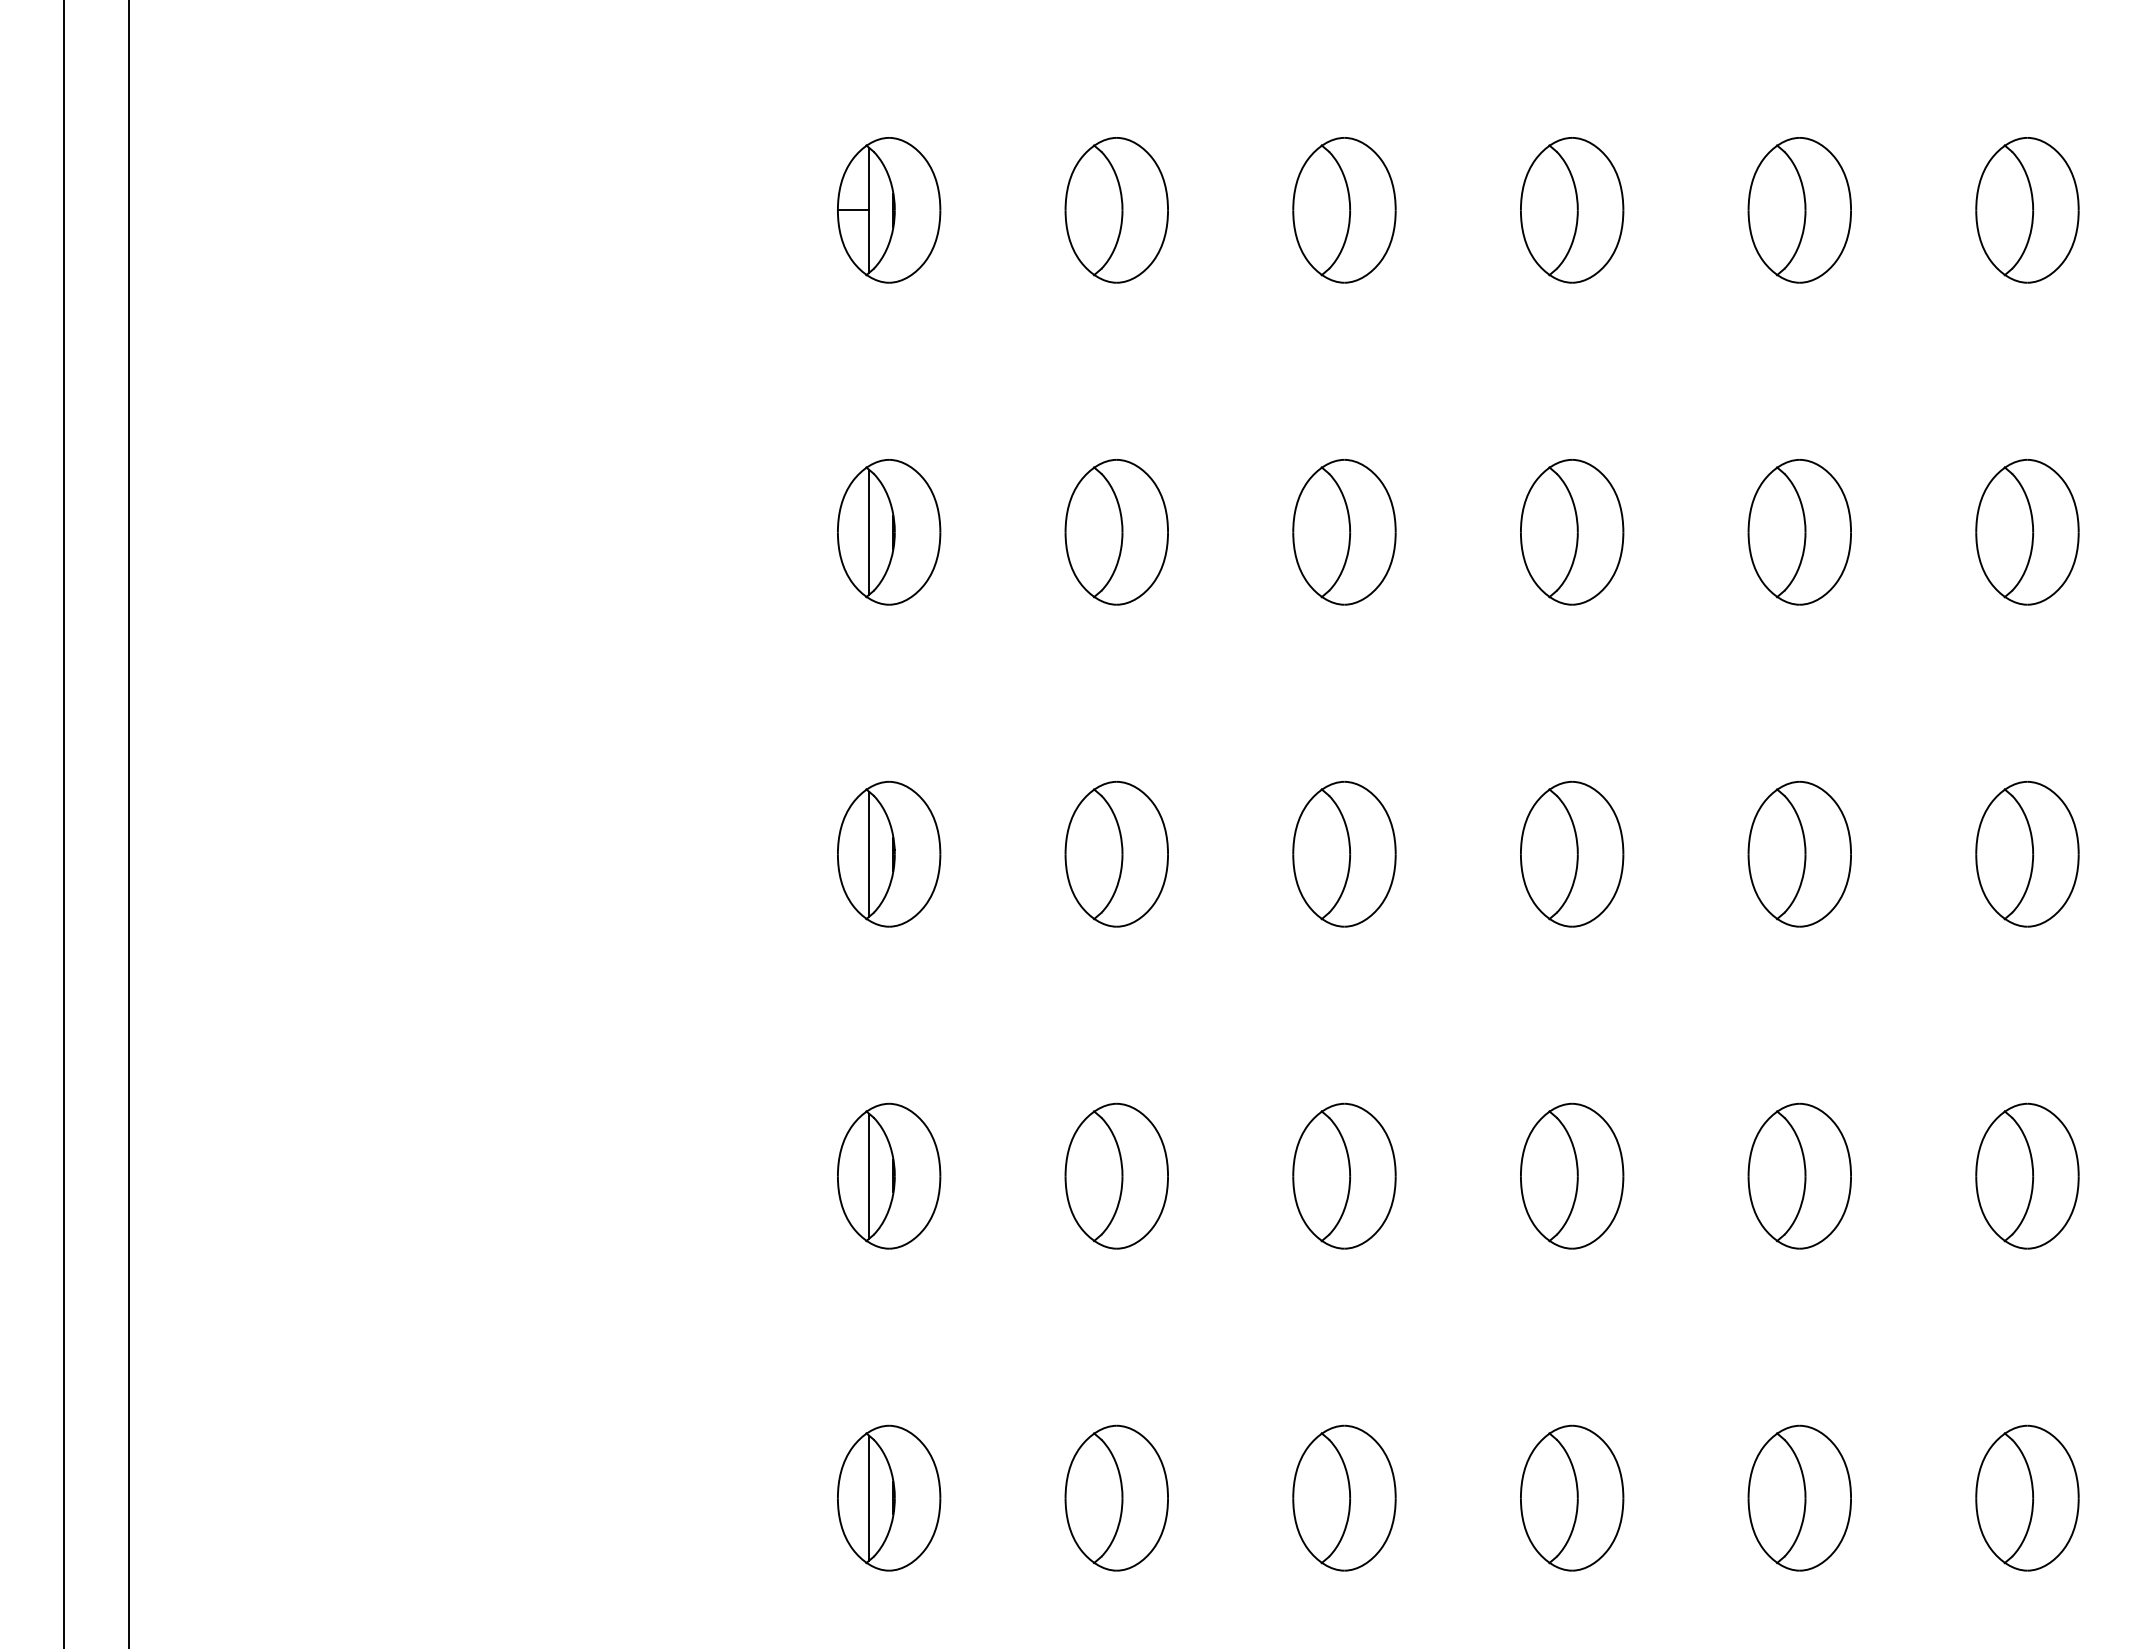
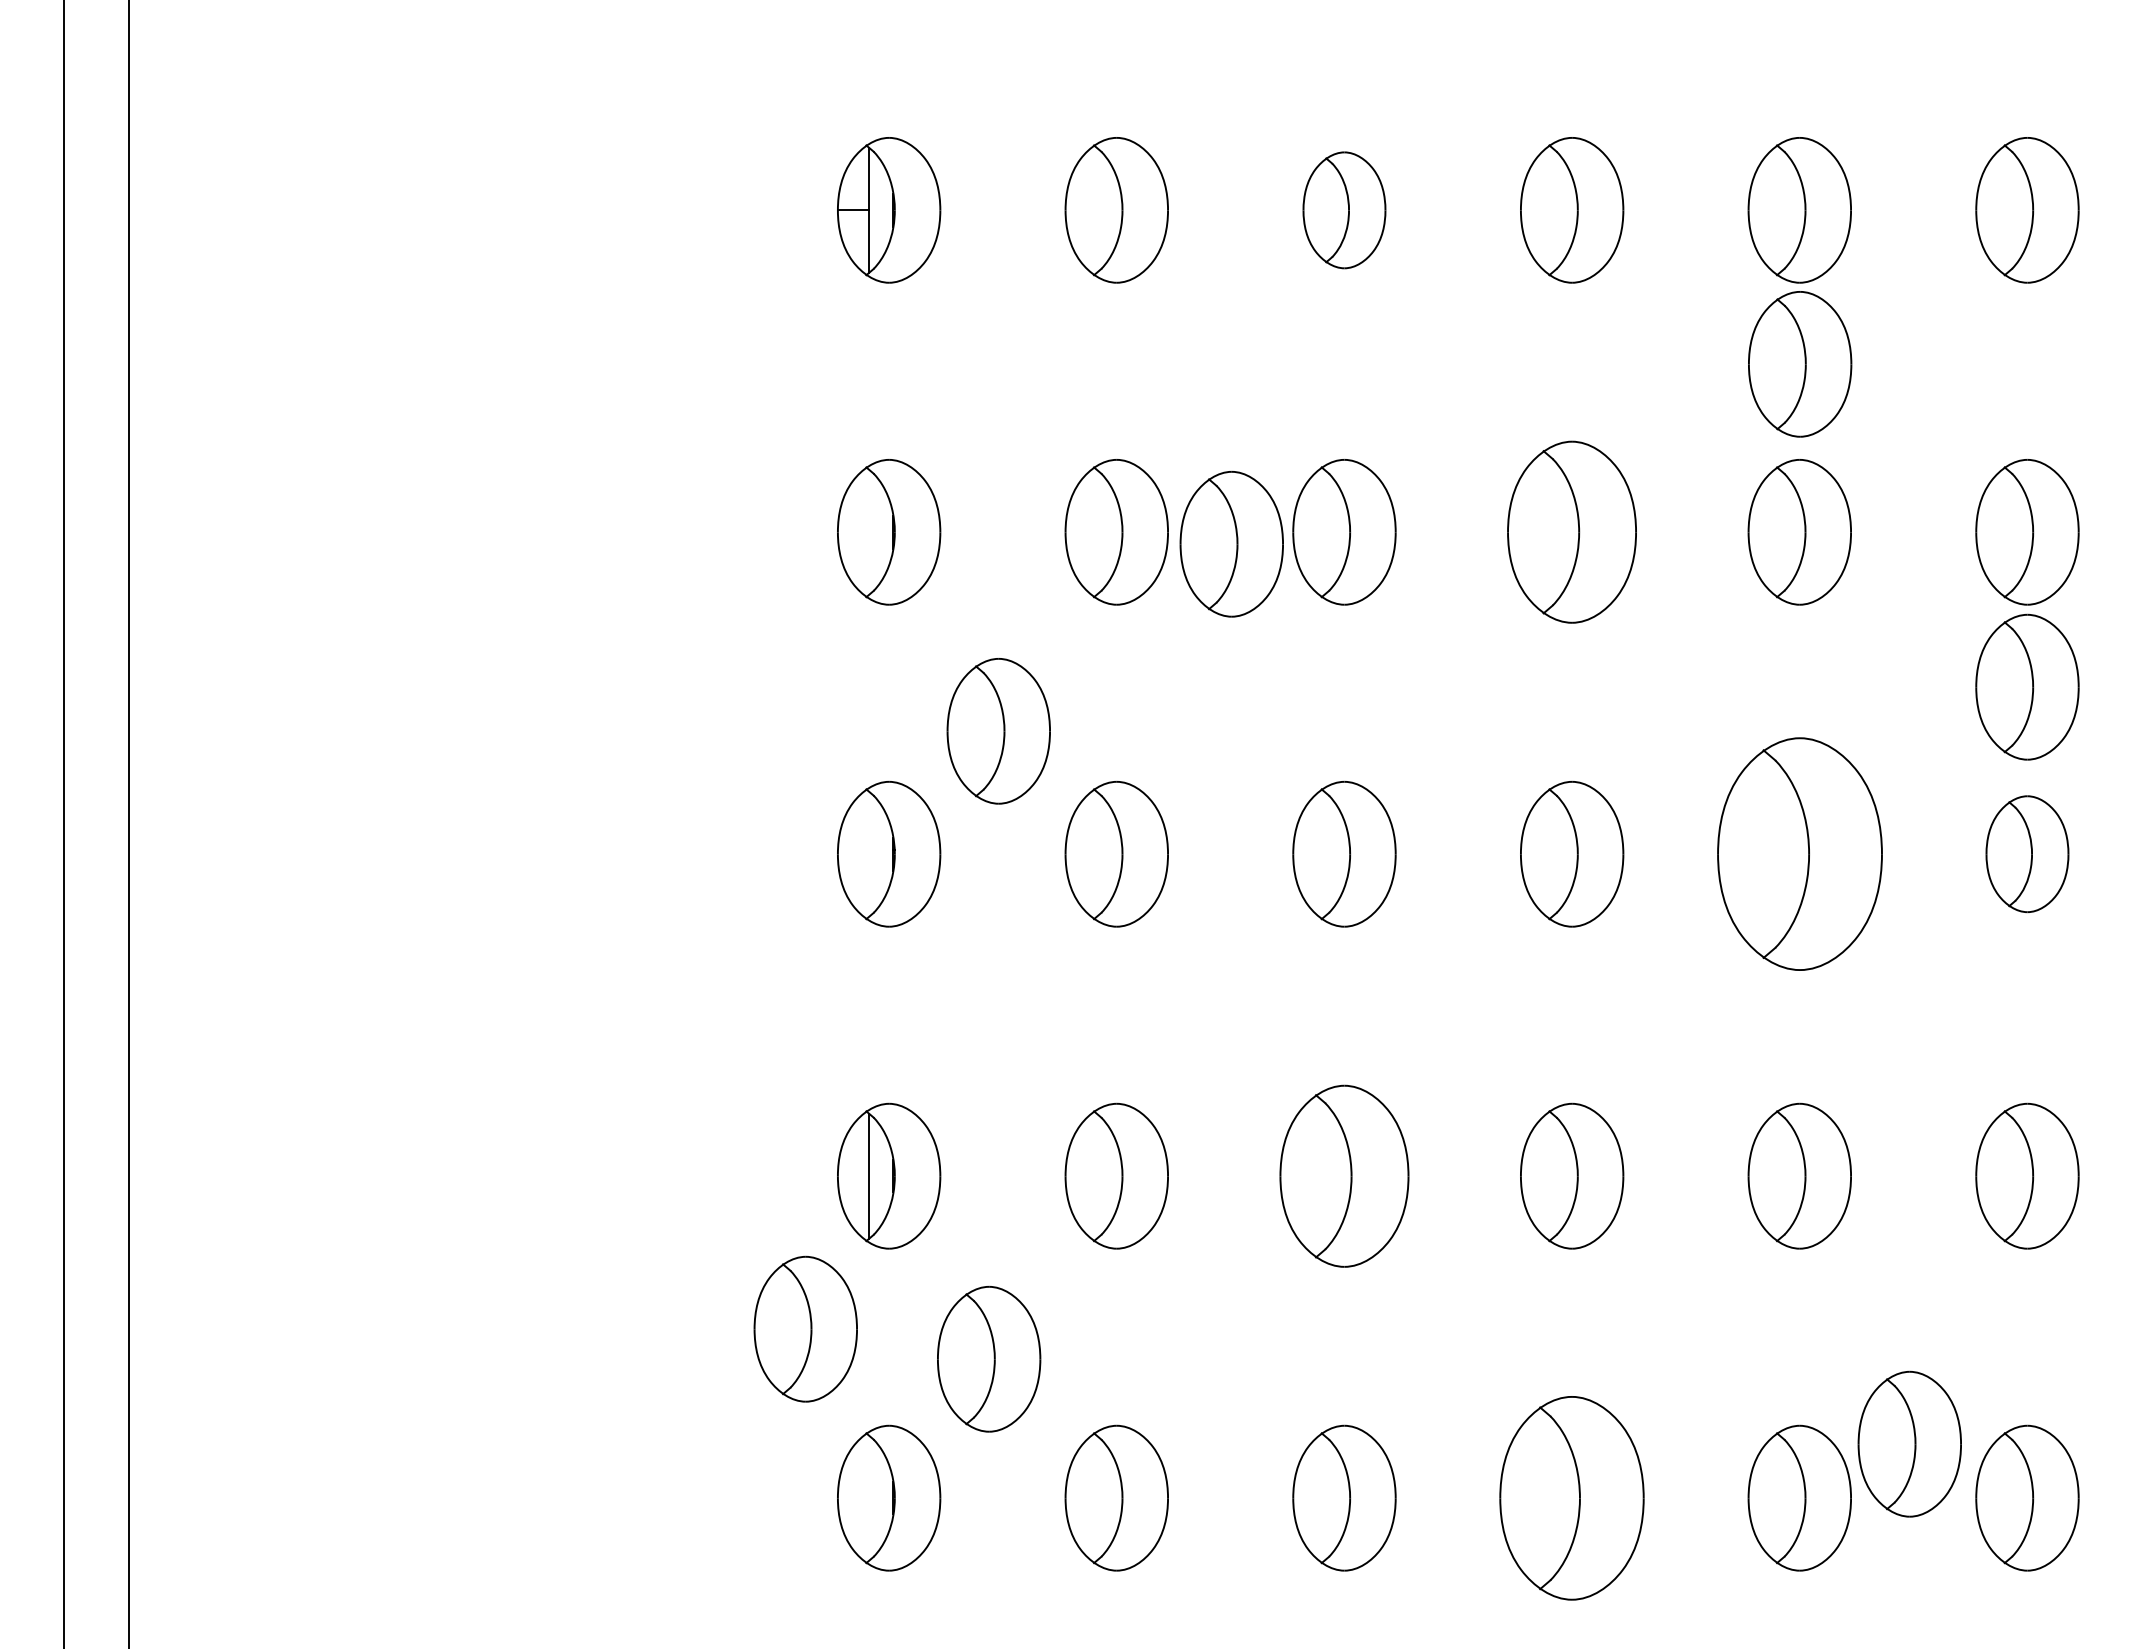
part at (1344, 210) size: 105x147 px -> 85x119 px
part at (1800, 364): none -> present
line at (869, 531): present -> none
part at (1572, 532) size: 105x147 px -> 130x184 px
part at (1231, 543): none -> present
part at (2027, 686): none -> present
part at (998, 731): none -> present
line at (869, 853): present -> none
part at (2027, 853) size: 105x148 px -> 85x119 px
part at (1799, 854) size: 105x147 px -> 166x234 px
part at (1344, 1175) size: 105x148 px -> 131x184 px
part at (805, 1328): none -> present
part at (989, 1359): none -> present
part at (1909, 1443): none -> present
line at (869, 1497): present -> none
part at (1572, 1497) size: 105x148 px -> 146x205 px
